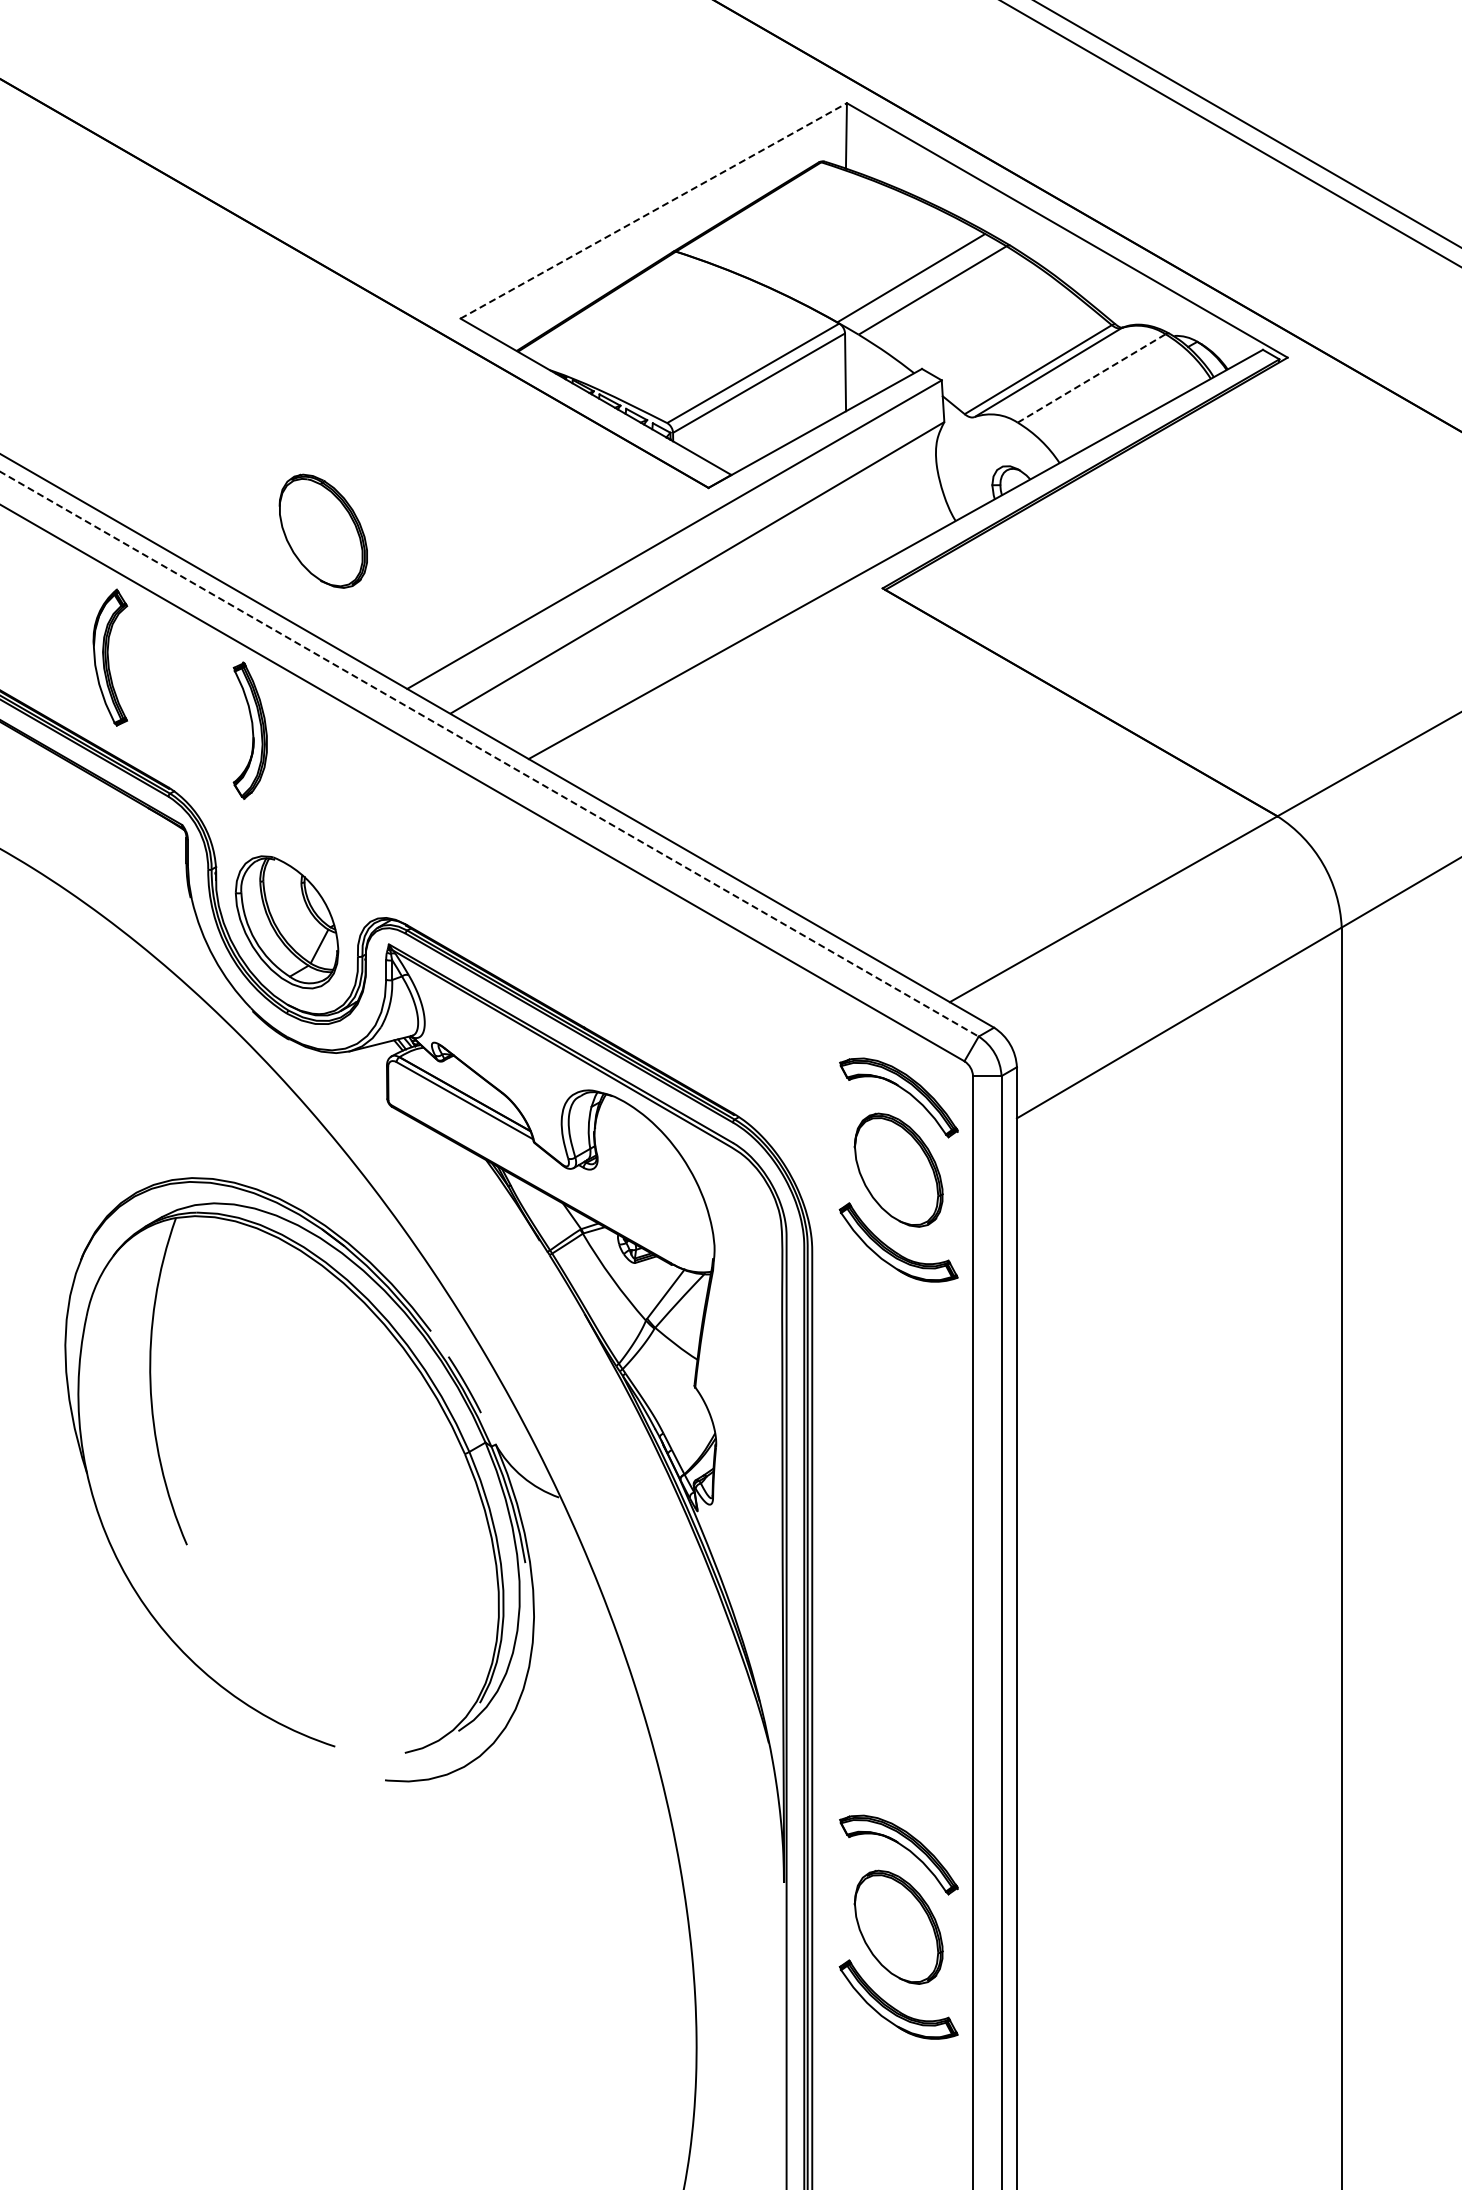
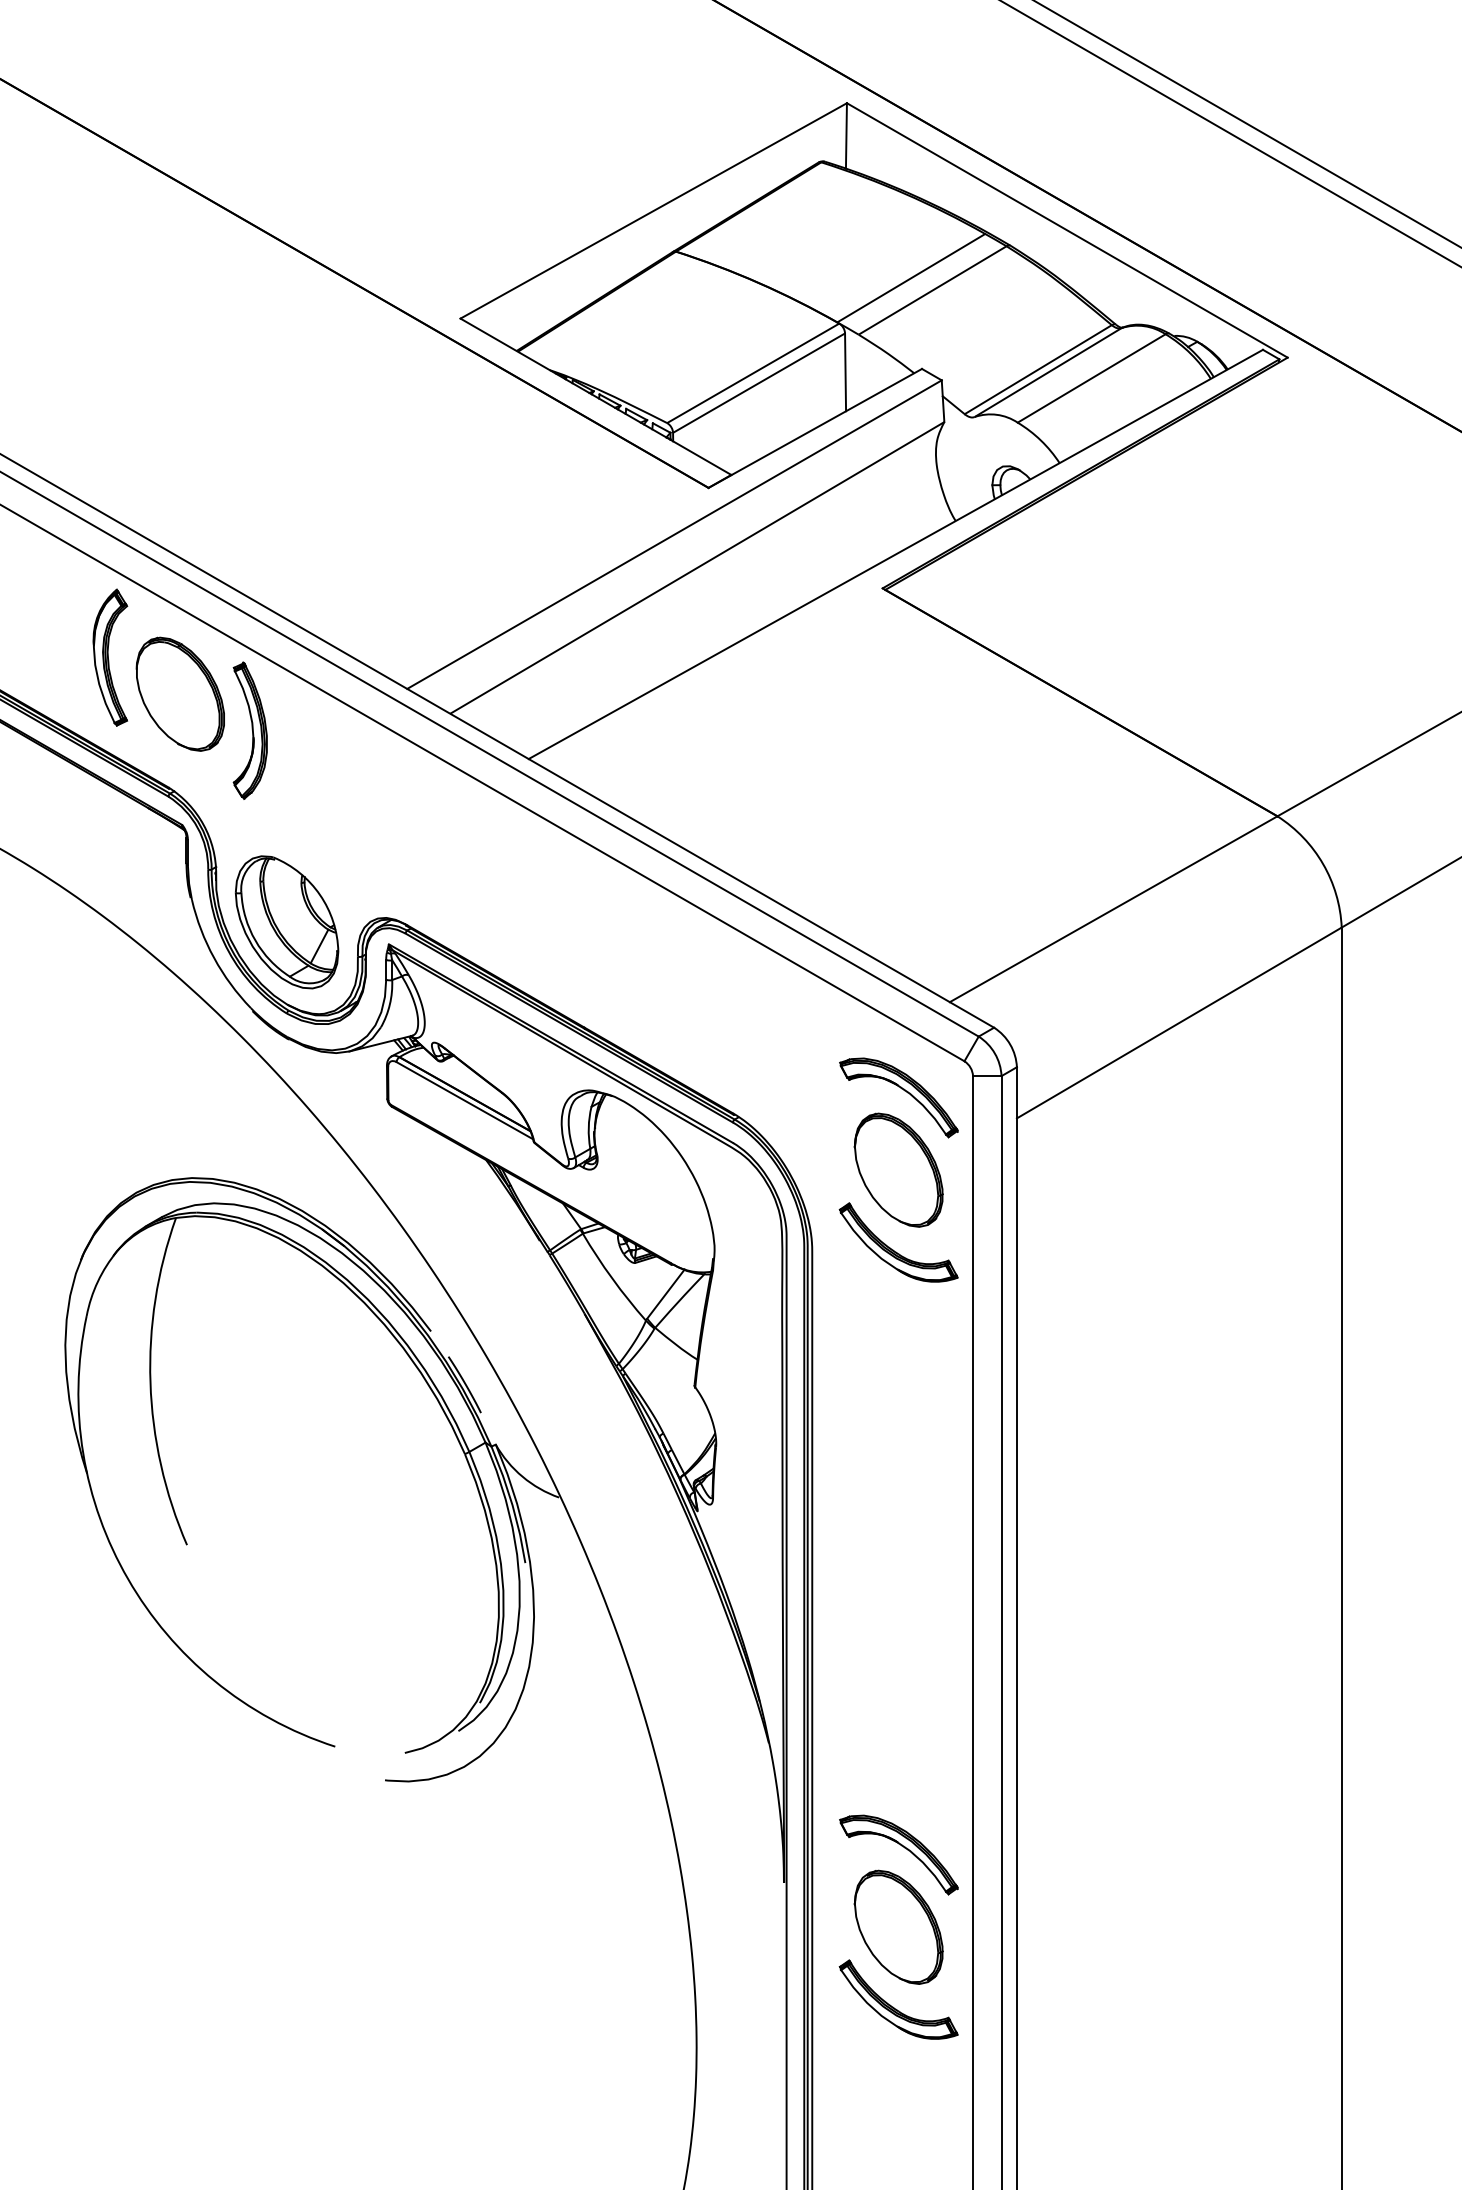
line at (654, 210): dashed -> solid
line at (1092, 378): dashed -> solid
part at (322, 530) position: (322, 530) -> (179, 693)
line at (489, 754): dashed -> solid
